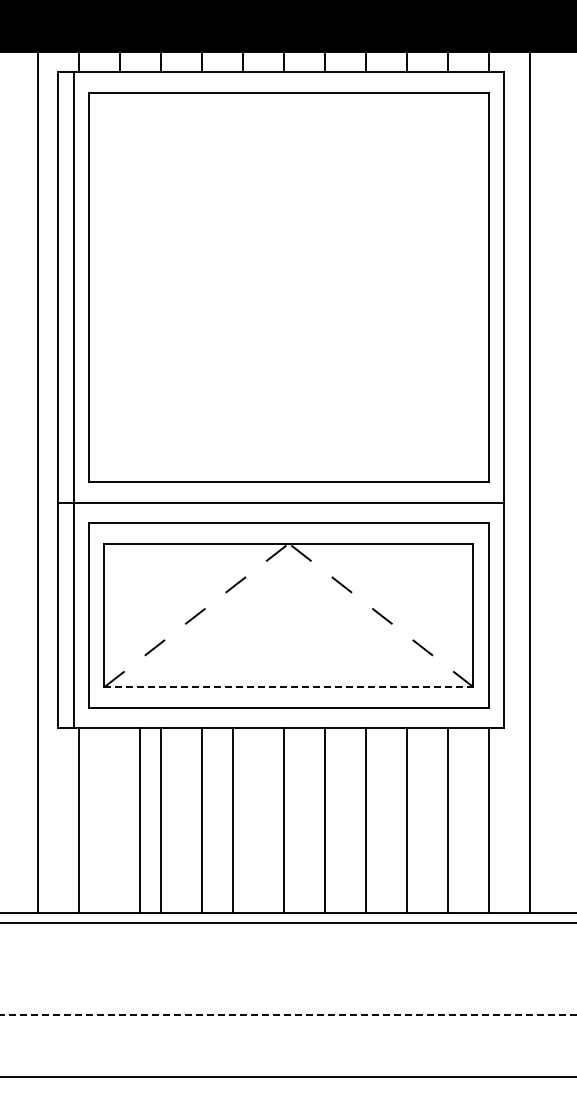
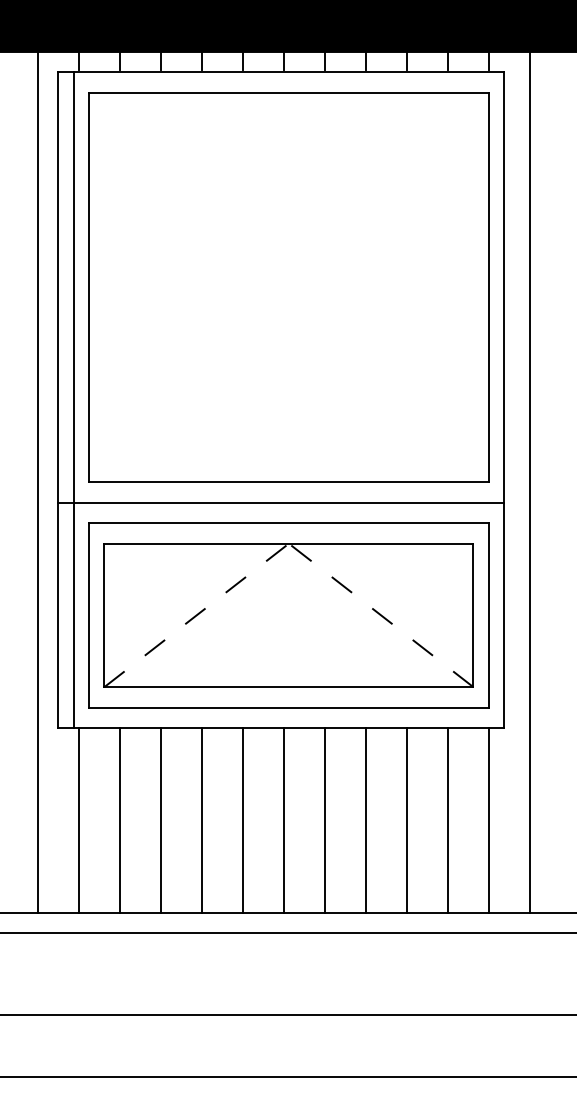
line at (288, 687): dashed -> solid
line at (139, 820) position: (139, 820) -> (119, 820)
line at (232, 820) position: (232, 820) -> (242, 820)
line at (287, 923) position: (287, 923) -> (287, 933)
line at (288, 1015): dashed -> solid
